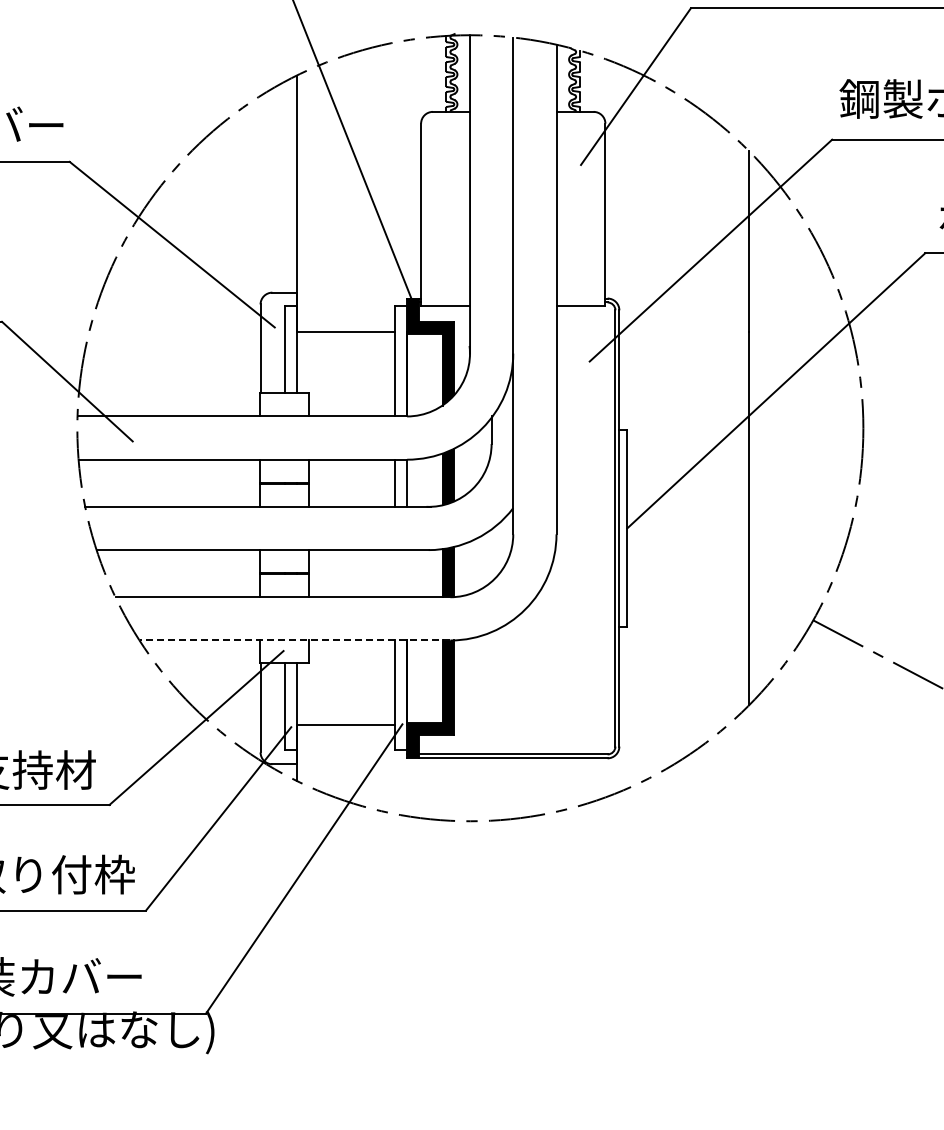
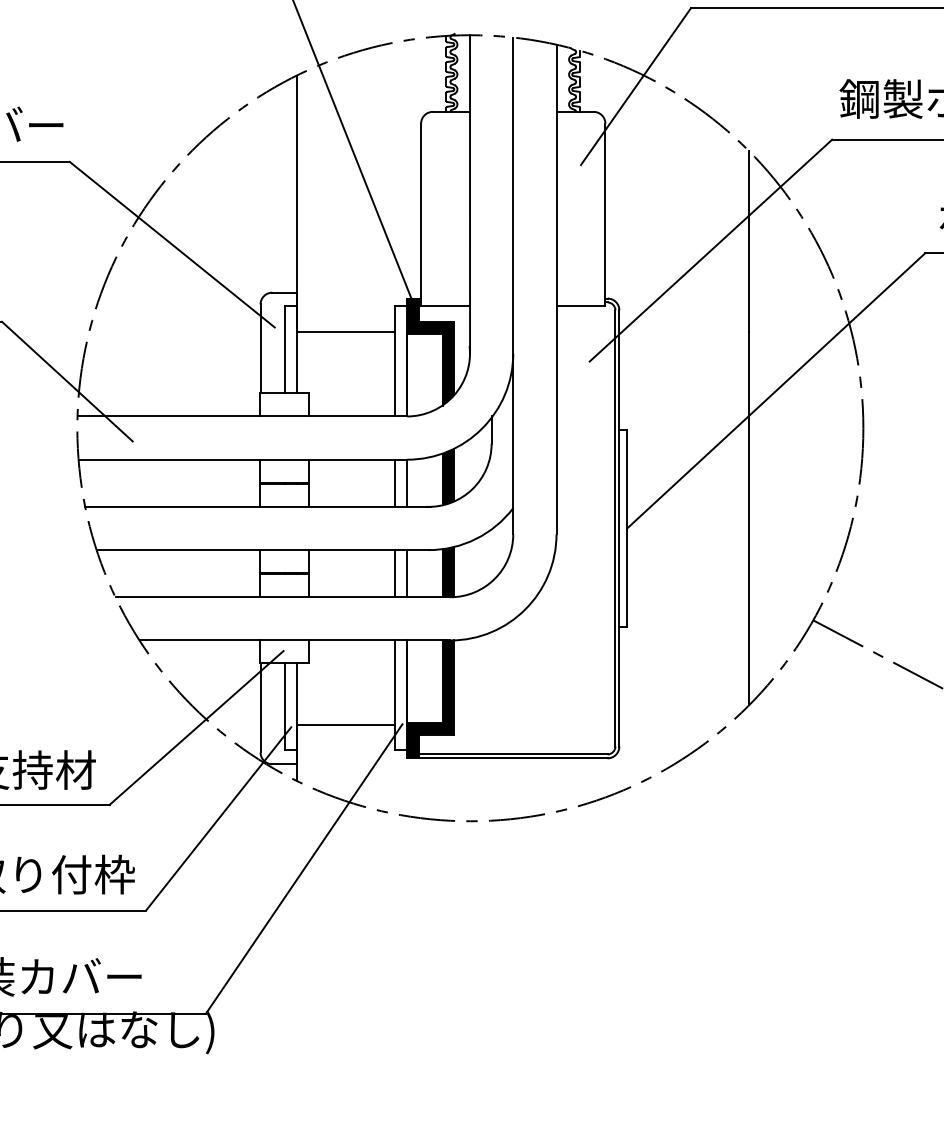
line at (395, 573): none -> present
line at (407, 573): none -> present
line at (294, 640): dashed -> solid
